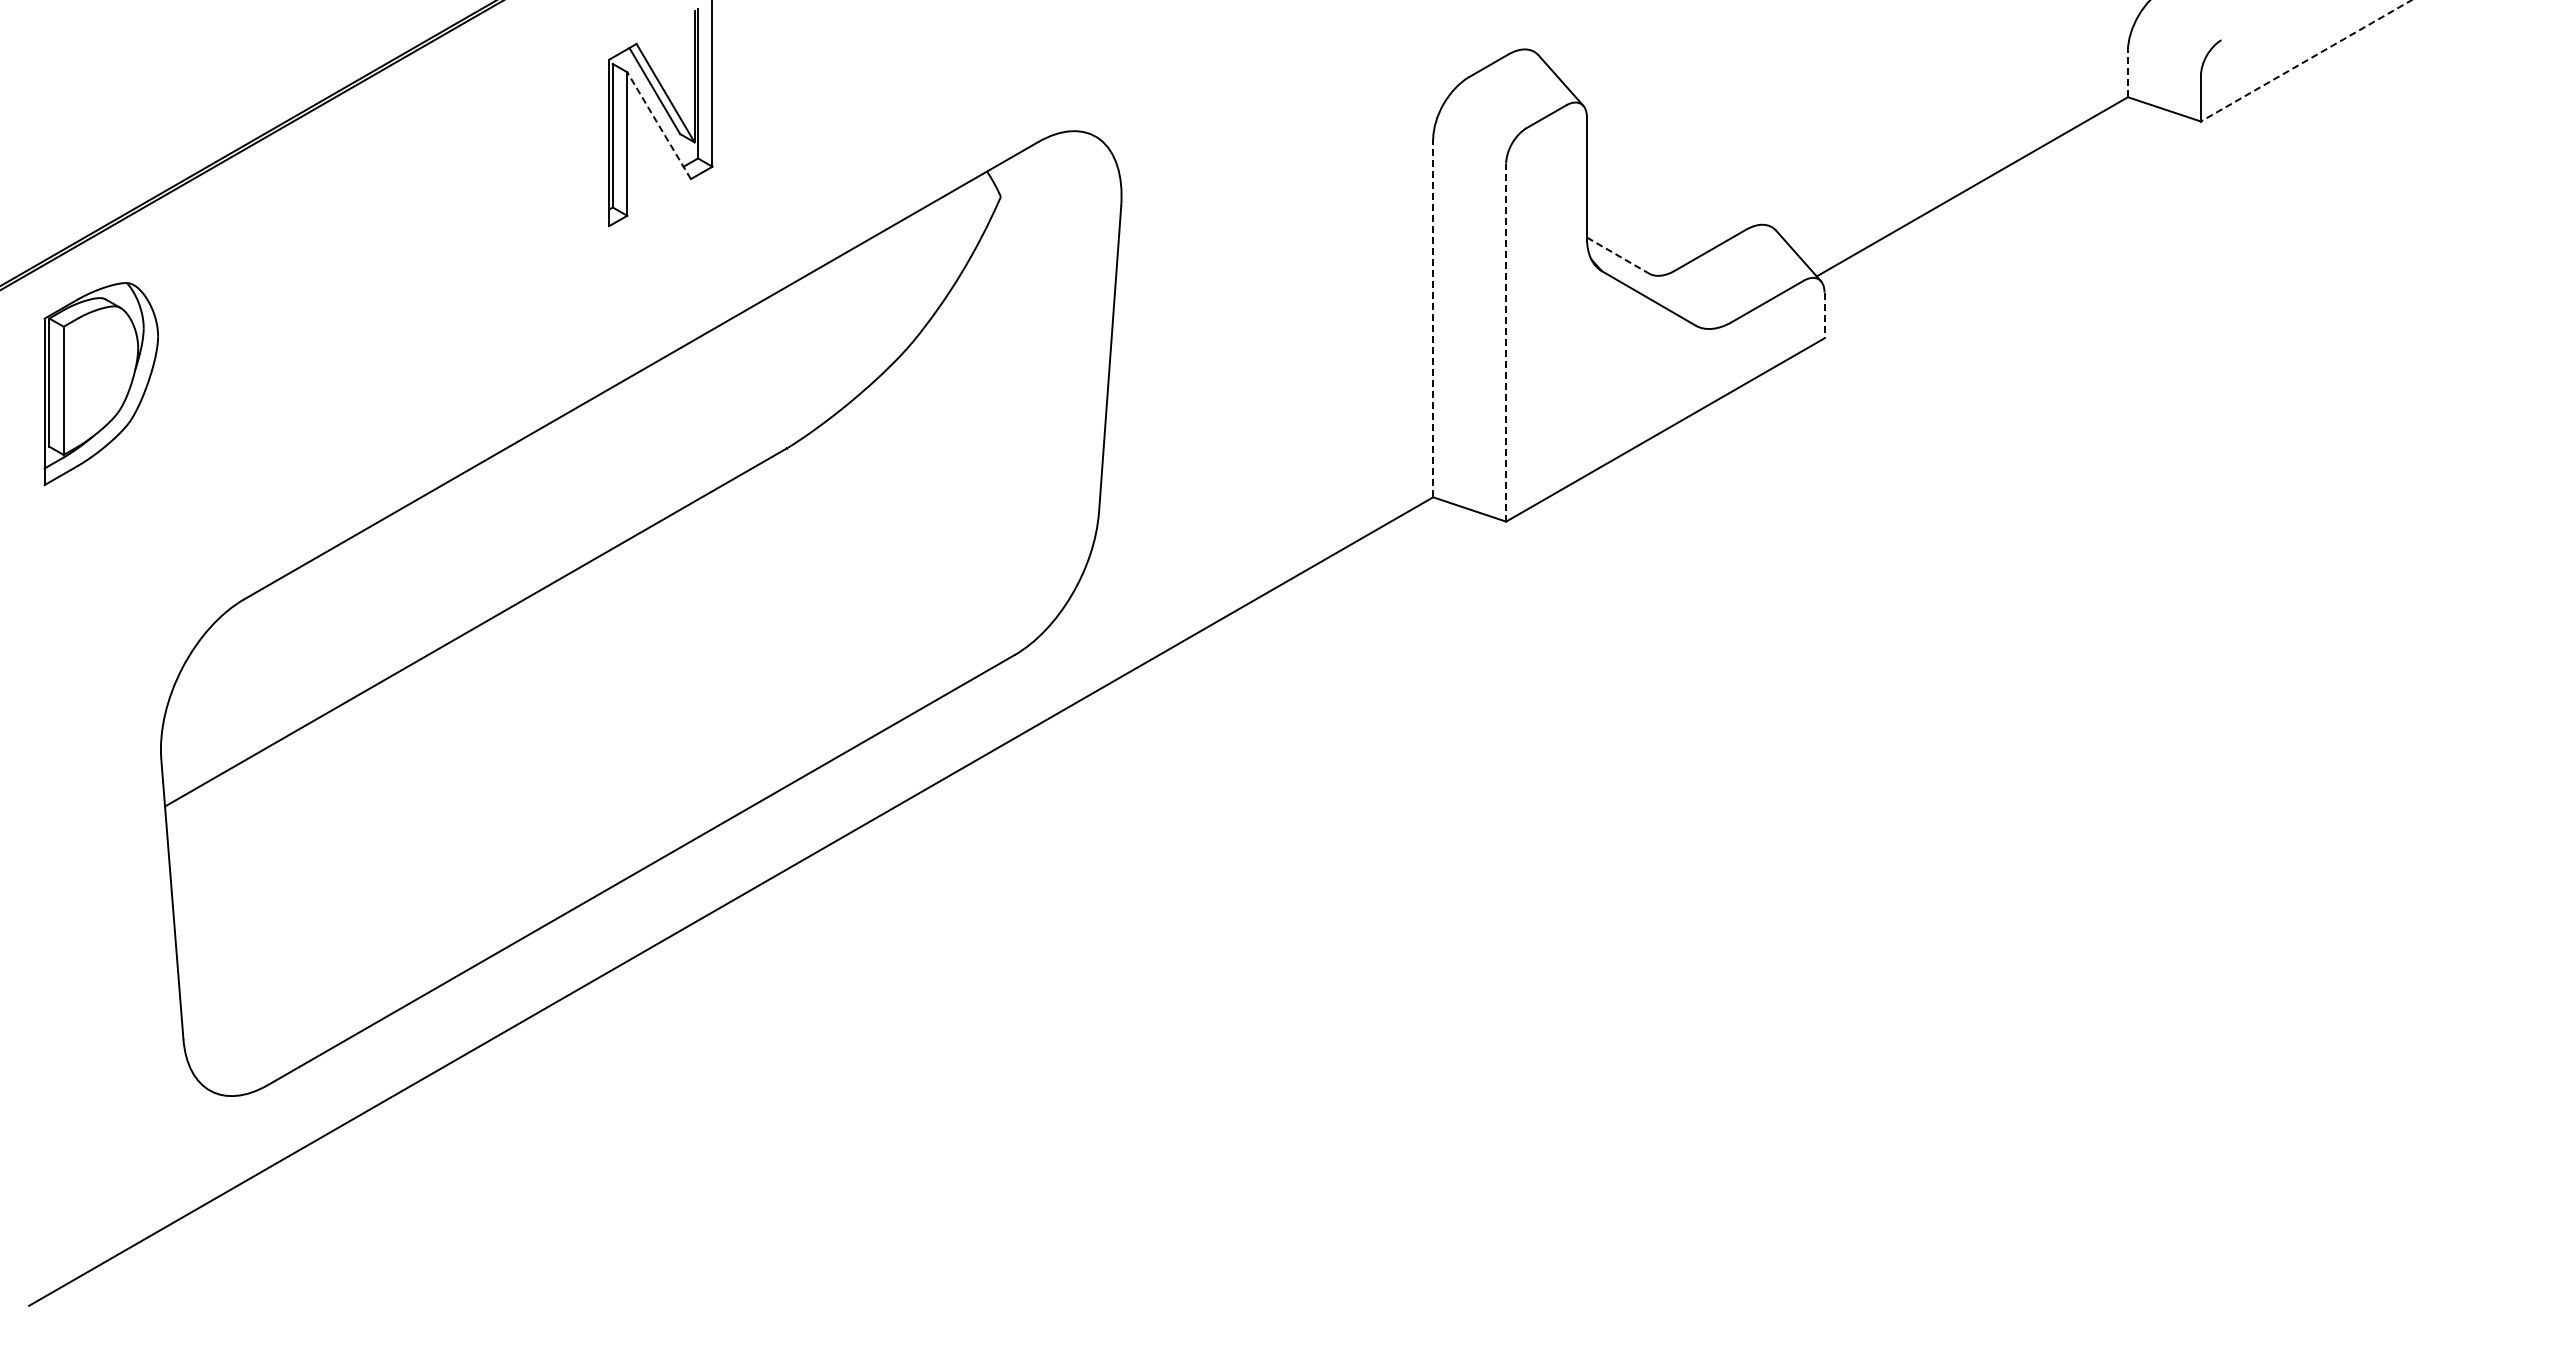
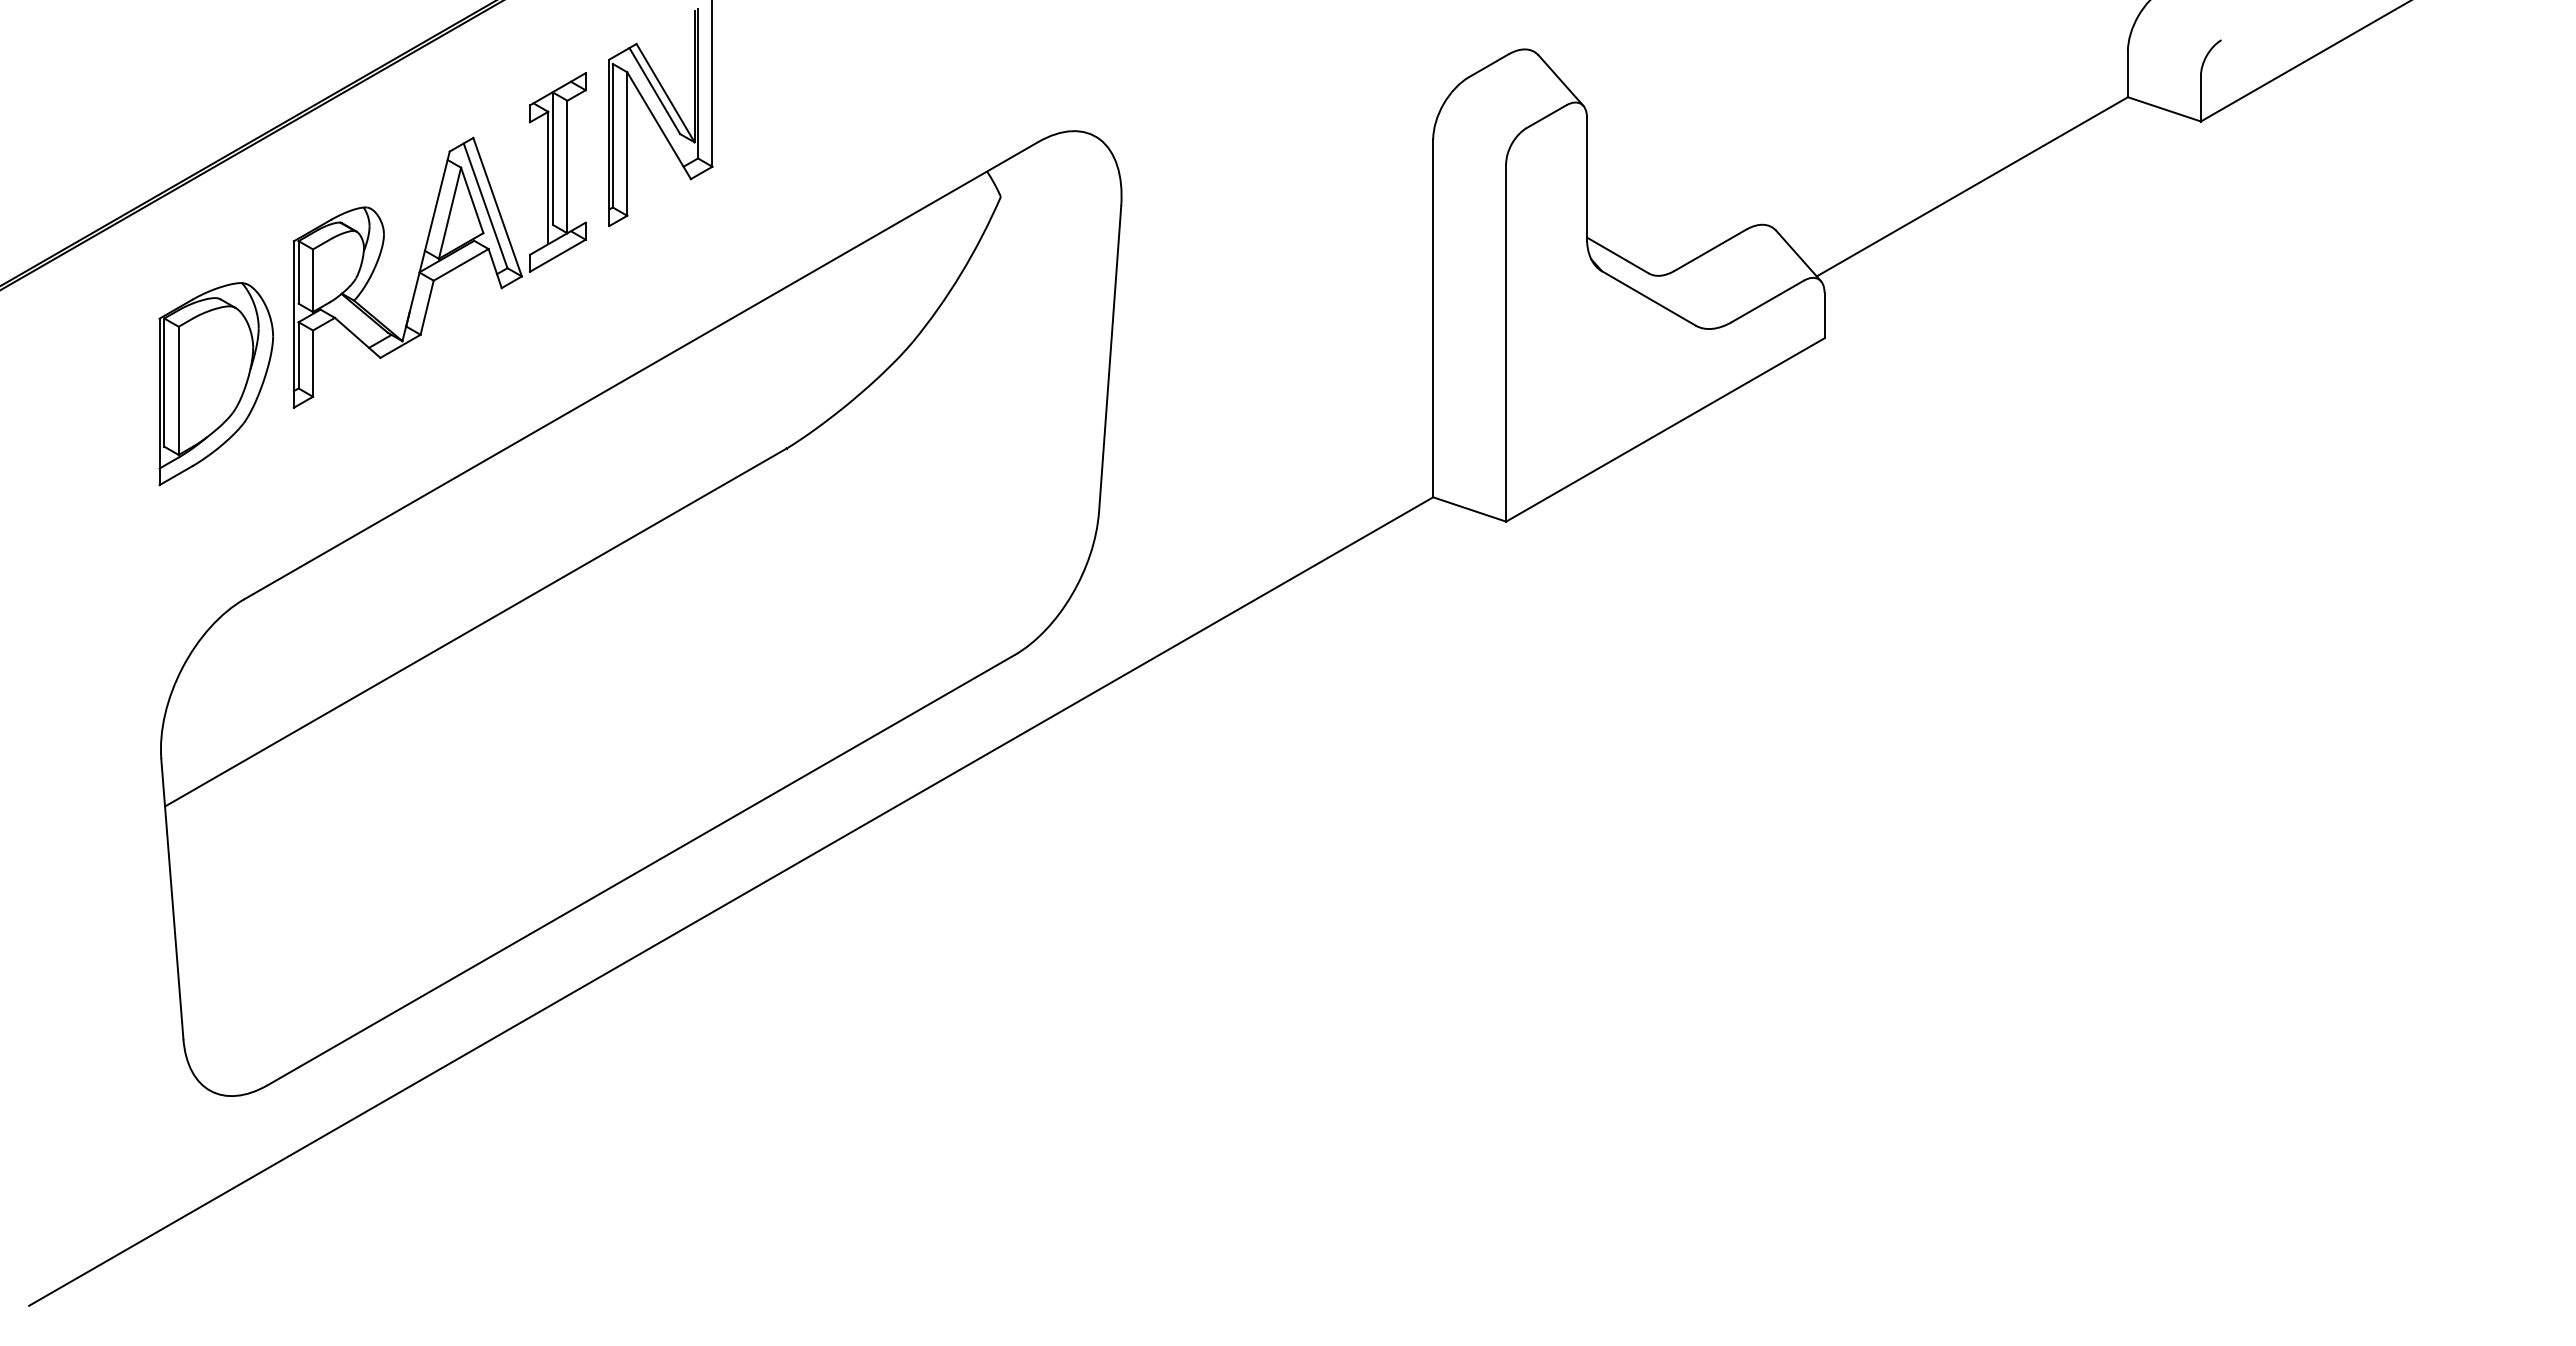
line at (2305, 61): dashed -> solid
line at (2127, 74): dashed -> solid
line at (658, 125): dashed -> solid
part at (439, 240): none -> present
line at (1617, 255): dashed -> solid
line at (1824, 315): dashed -> solid
line at (1433, 318): dashed -> solid
line at (1506, 342): dashed -> solid
part at (100, 384) position: (100, 384) -> (215, 384)
